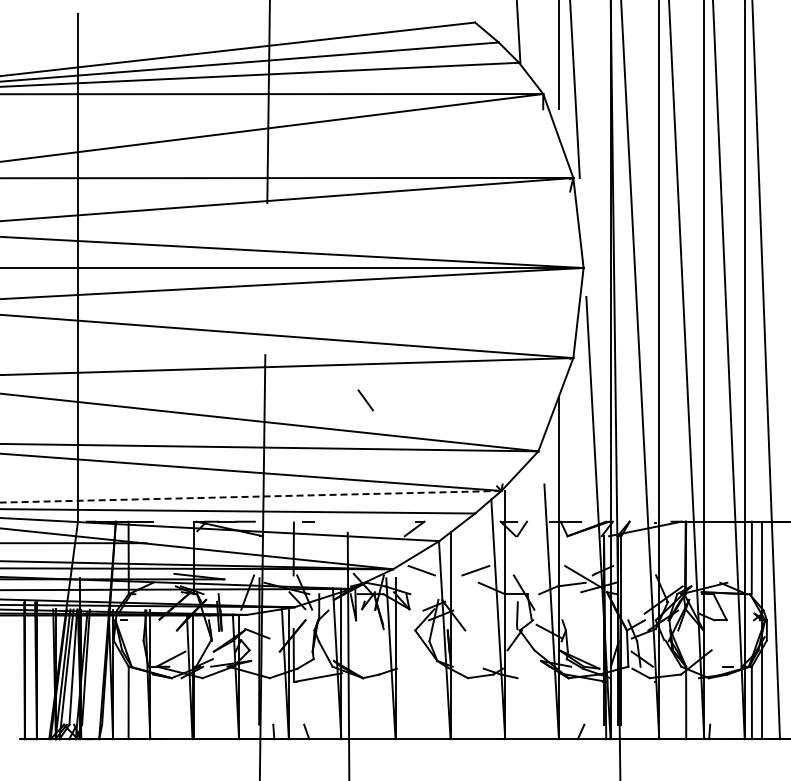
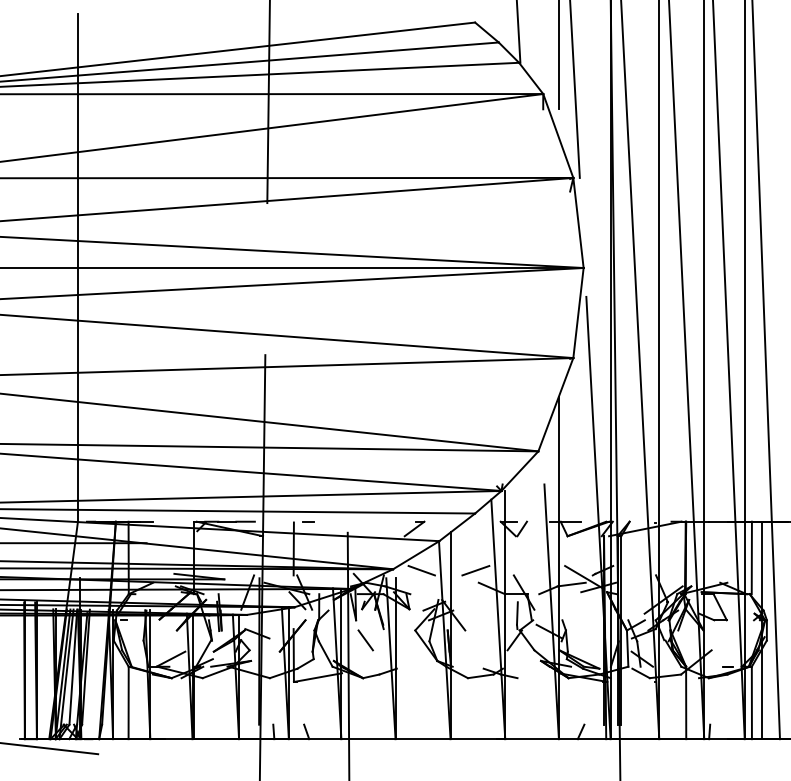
line at (365, 400) position: (365, 400) -> (365, 640)
line at (250, 496): dashed -> solid
line at (50, 748): none -> present
